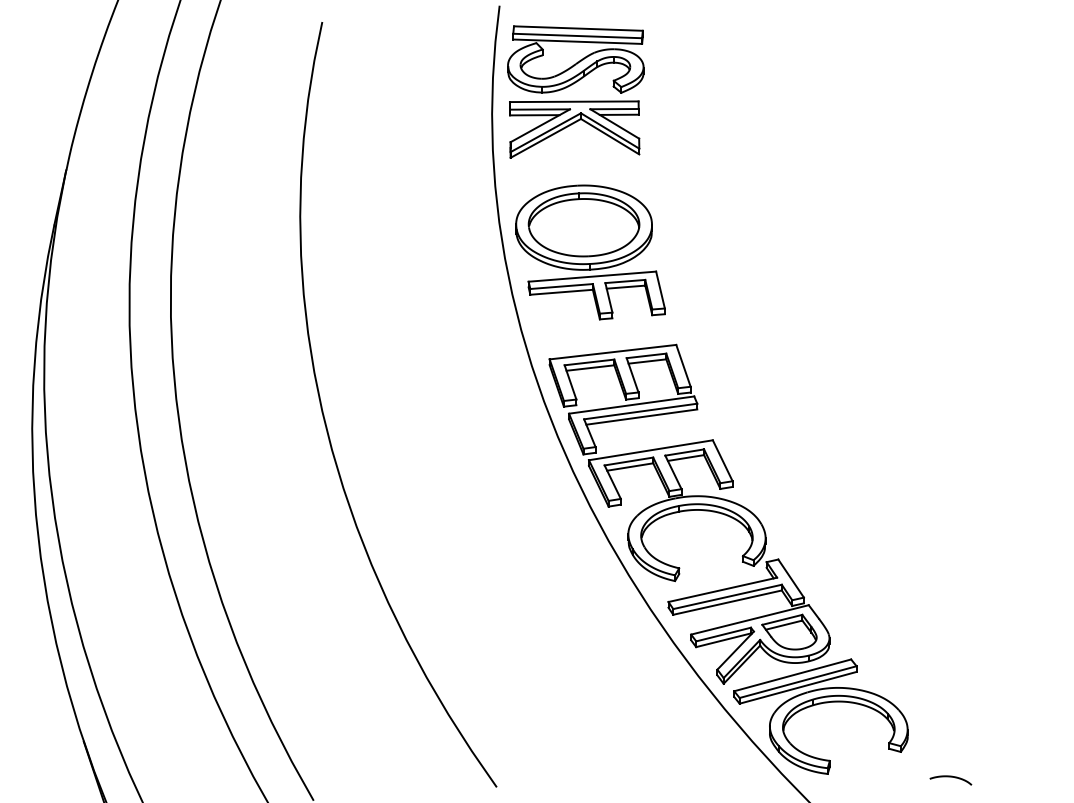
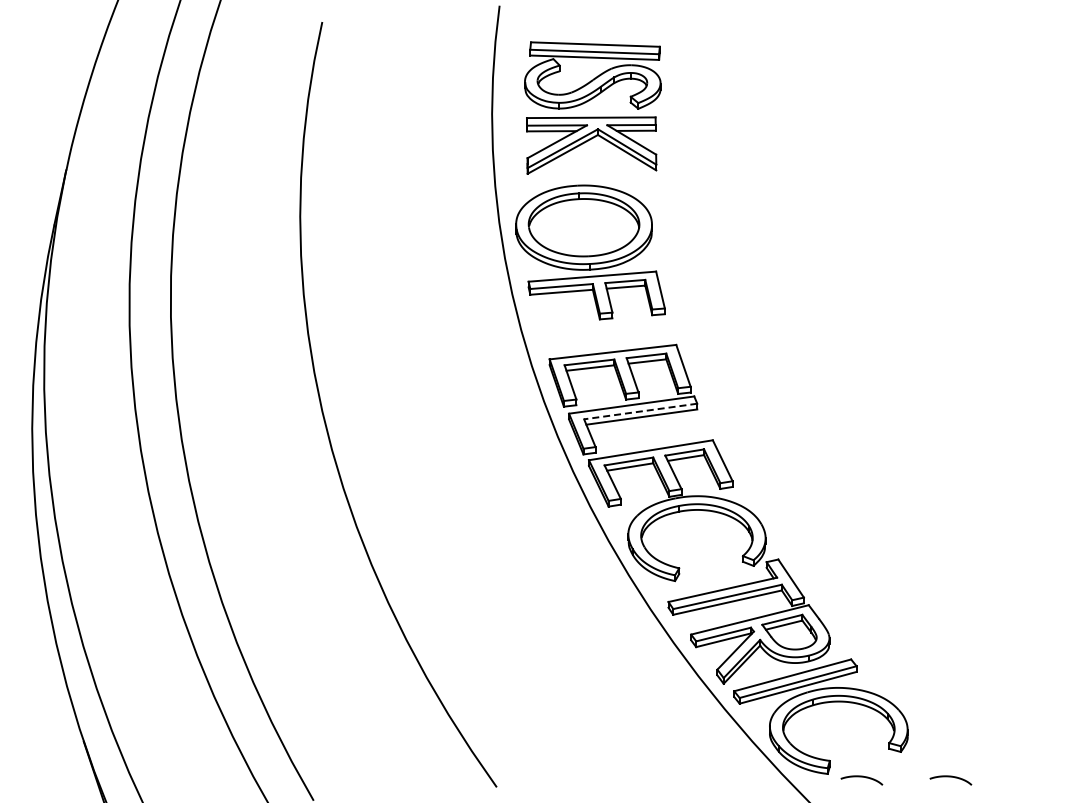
part at (572, 85) position: (572, 85) -> (589, 101)
line at (640, 411): solid -> dashed
curve at (861, 777): none -> present
